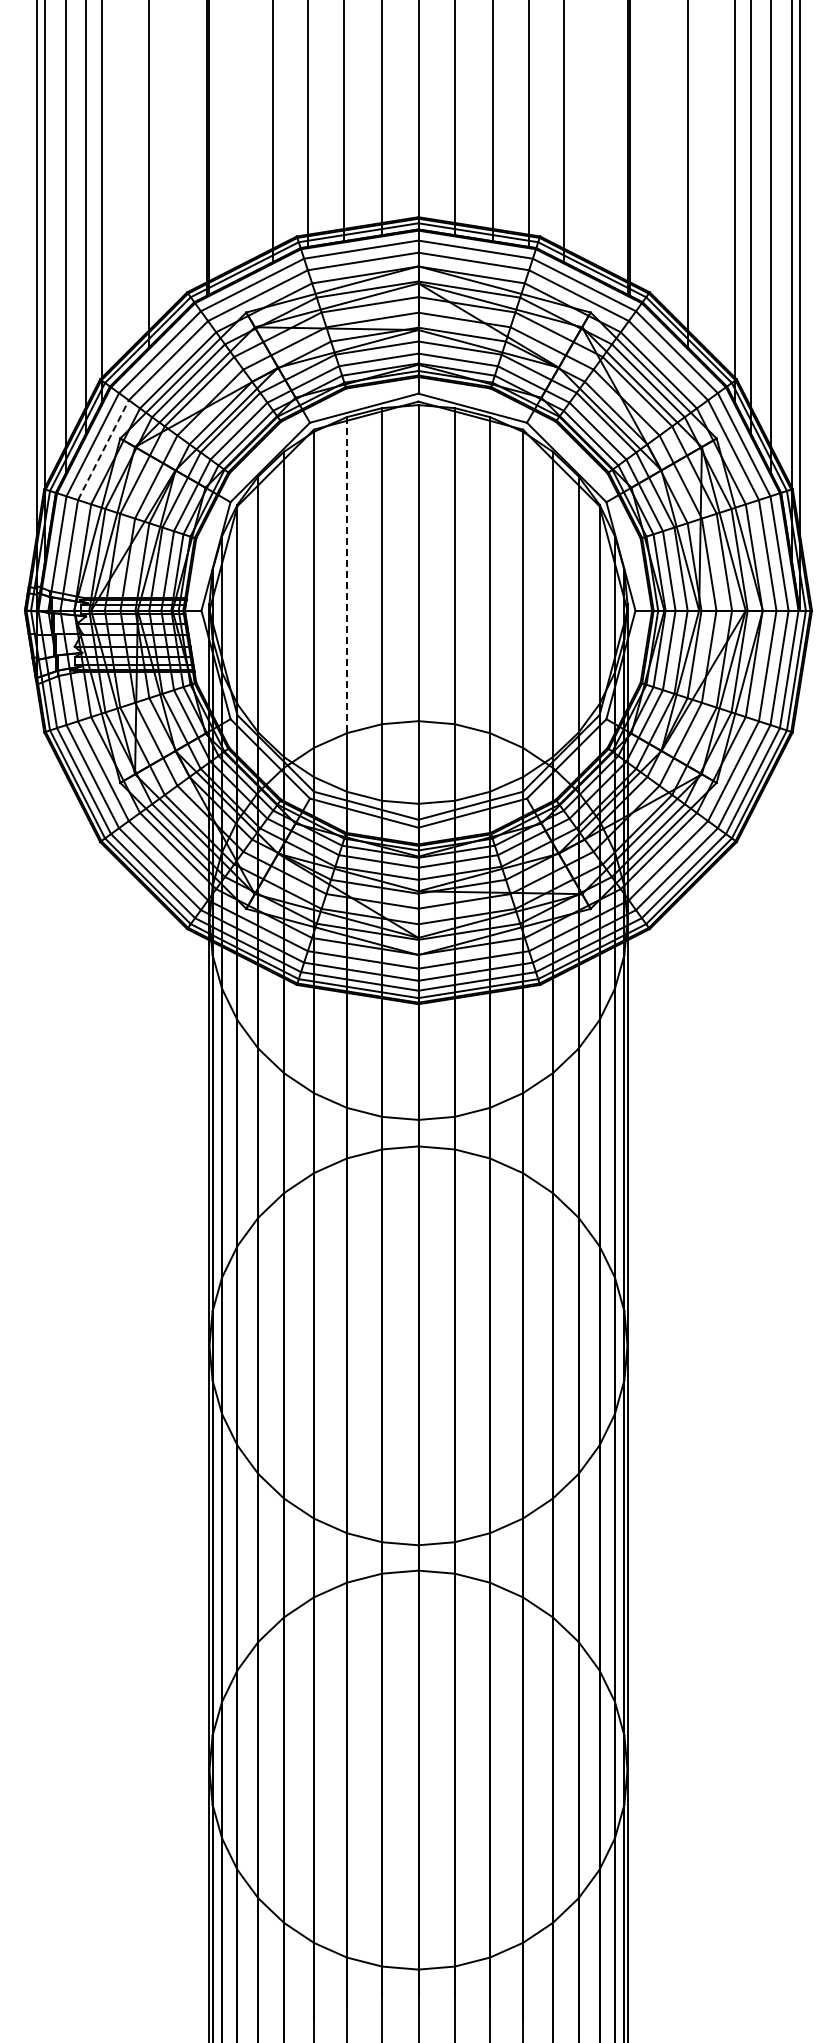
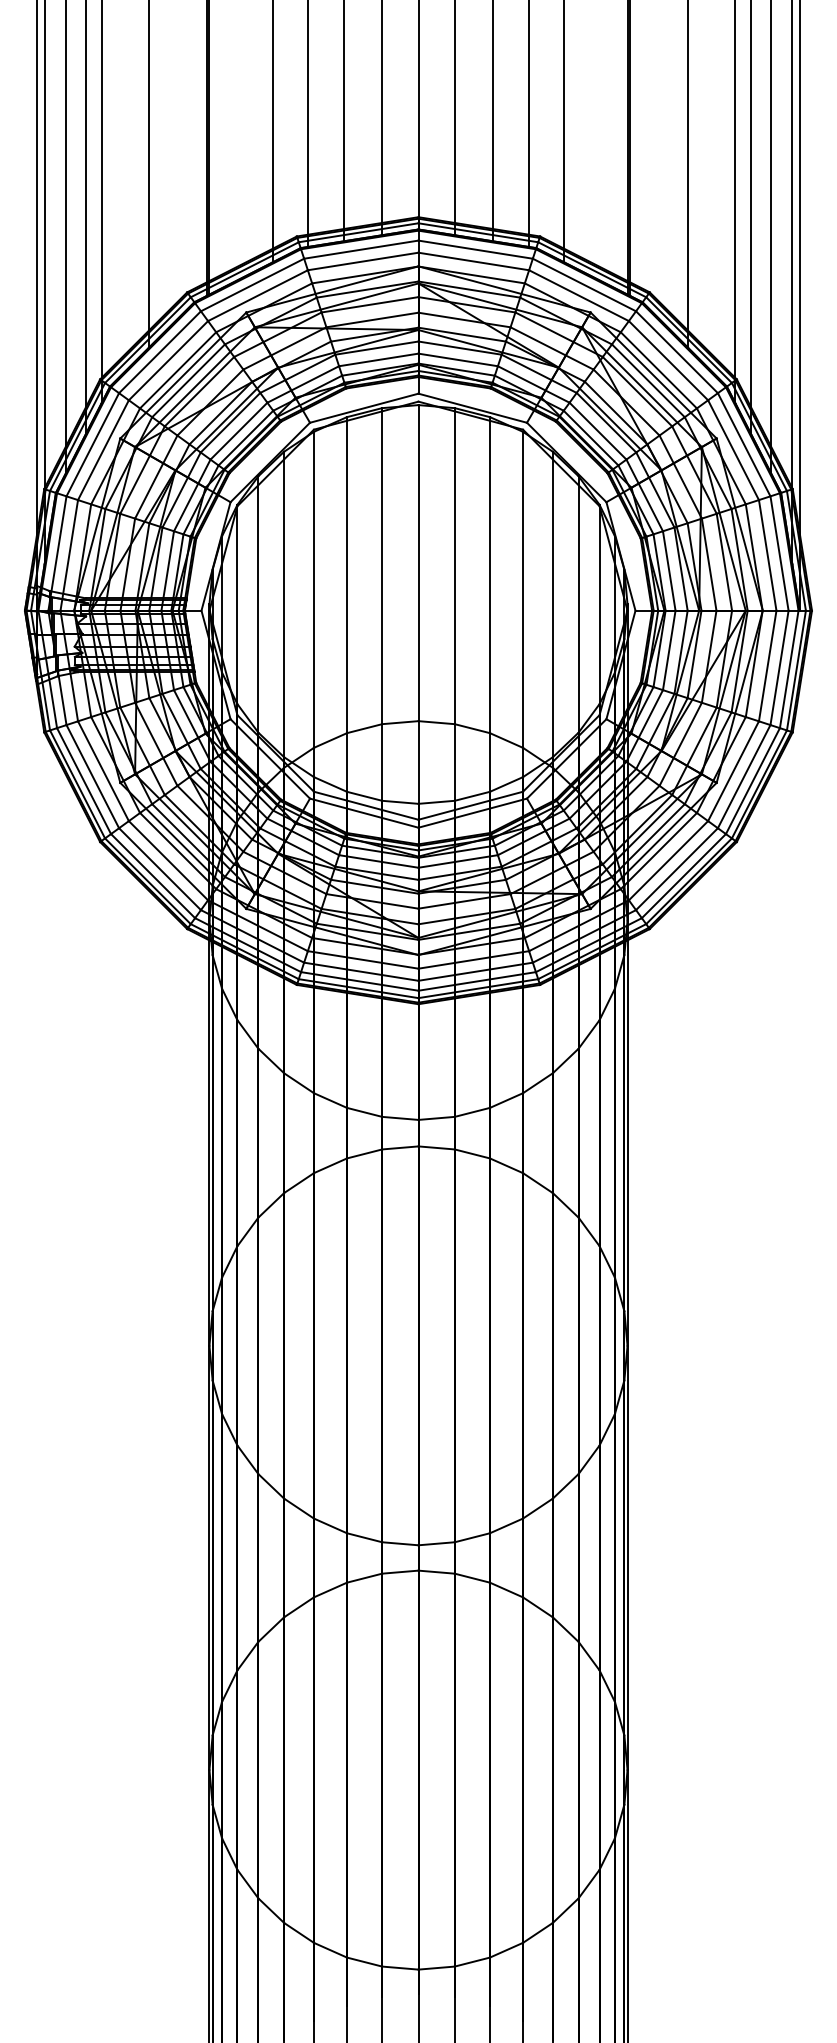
line at (103, 449): dashed -> solid
line at (346, 575): dashed -> solid
